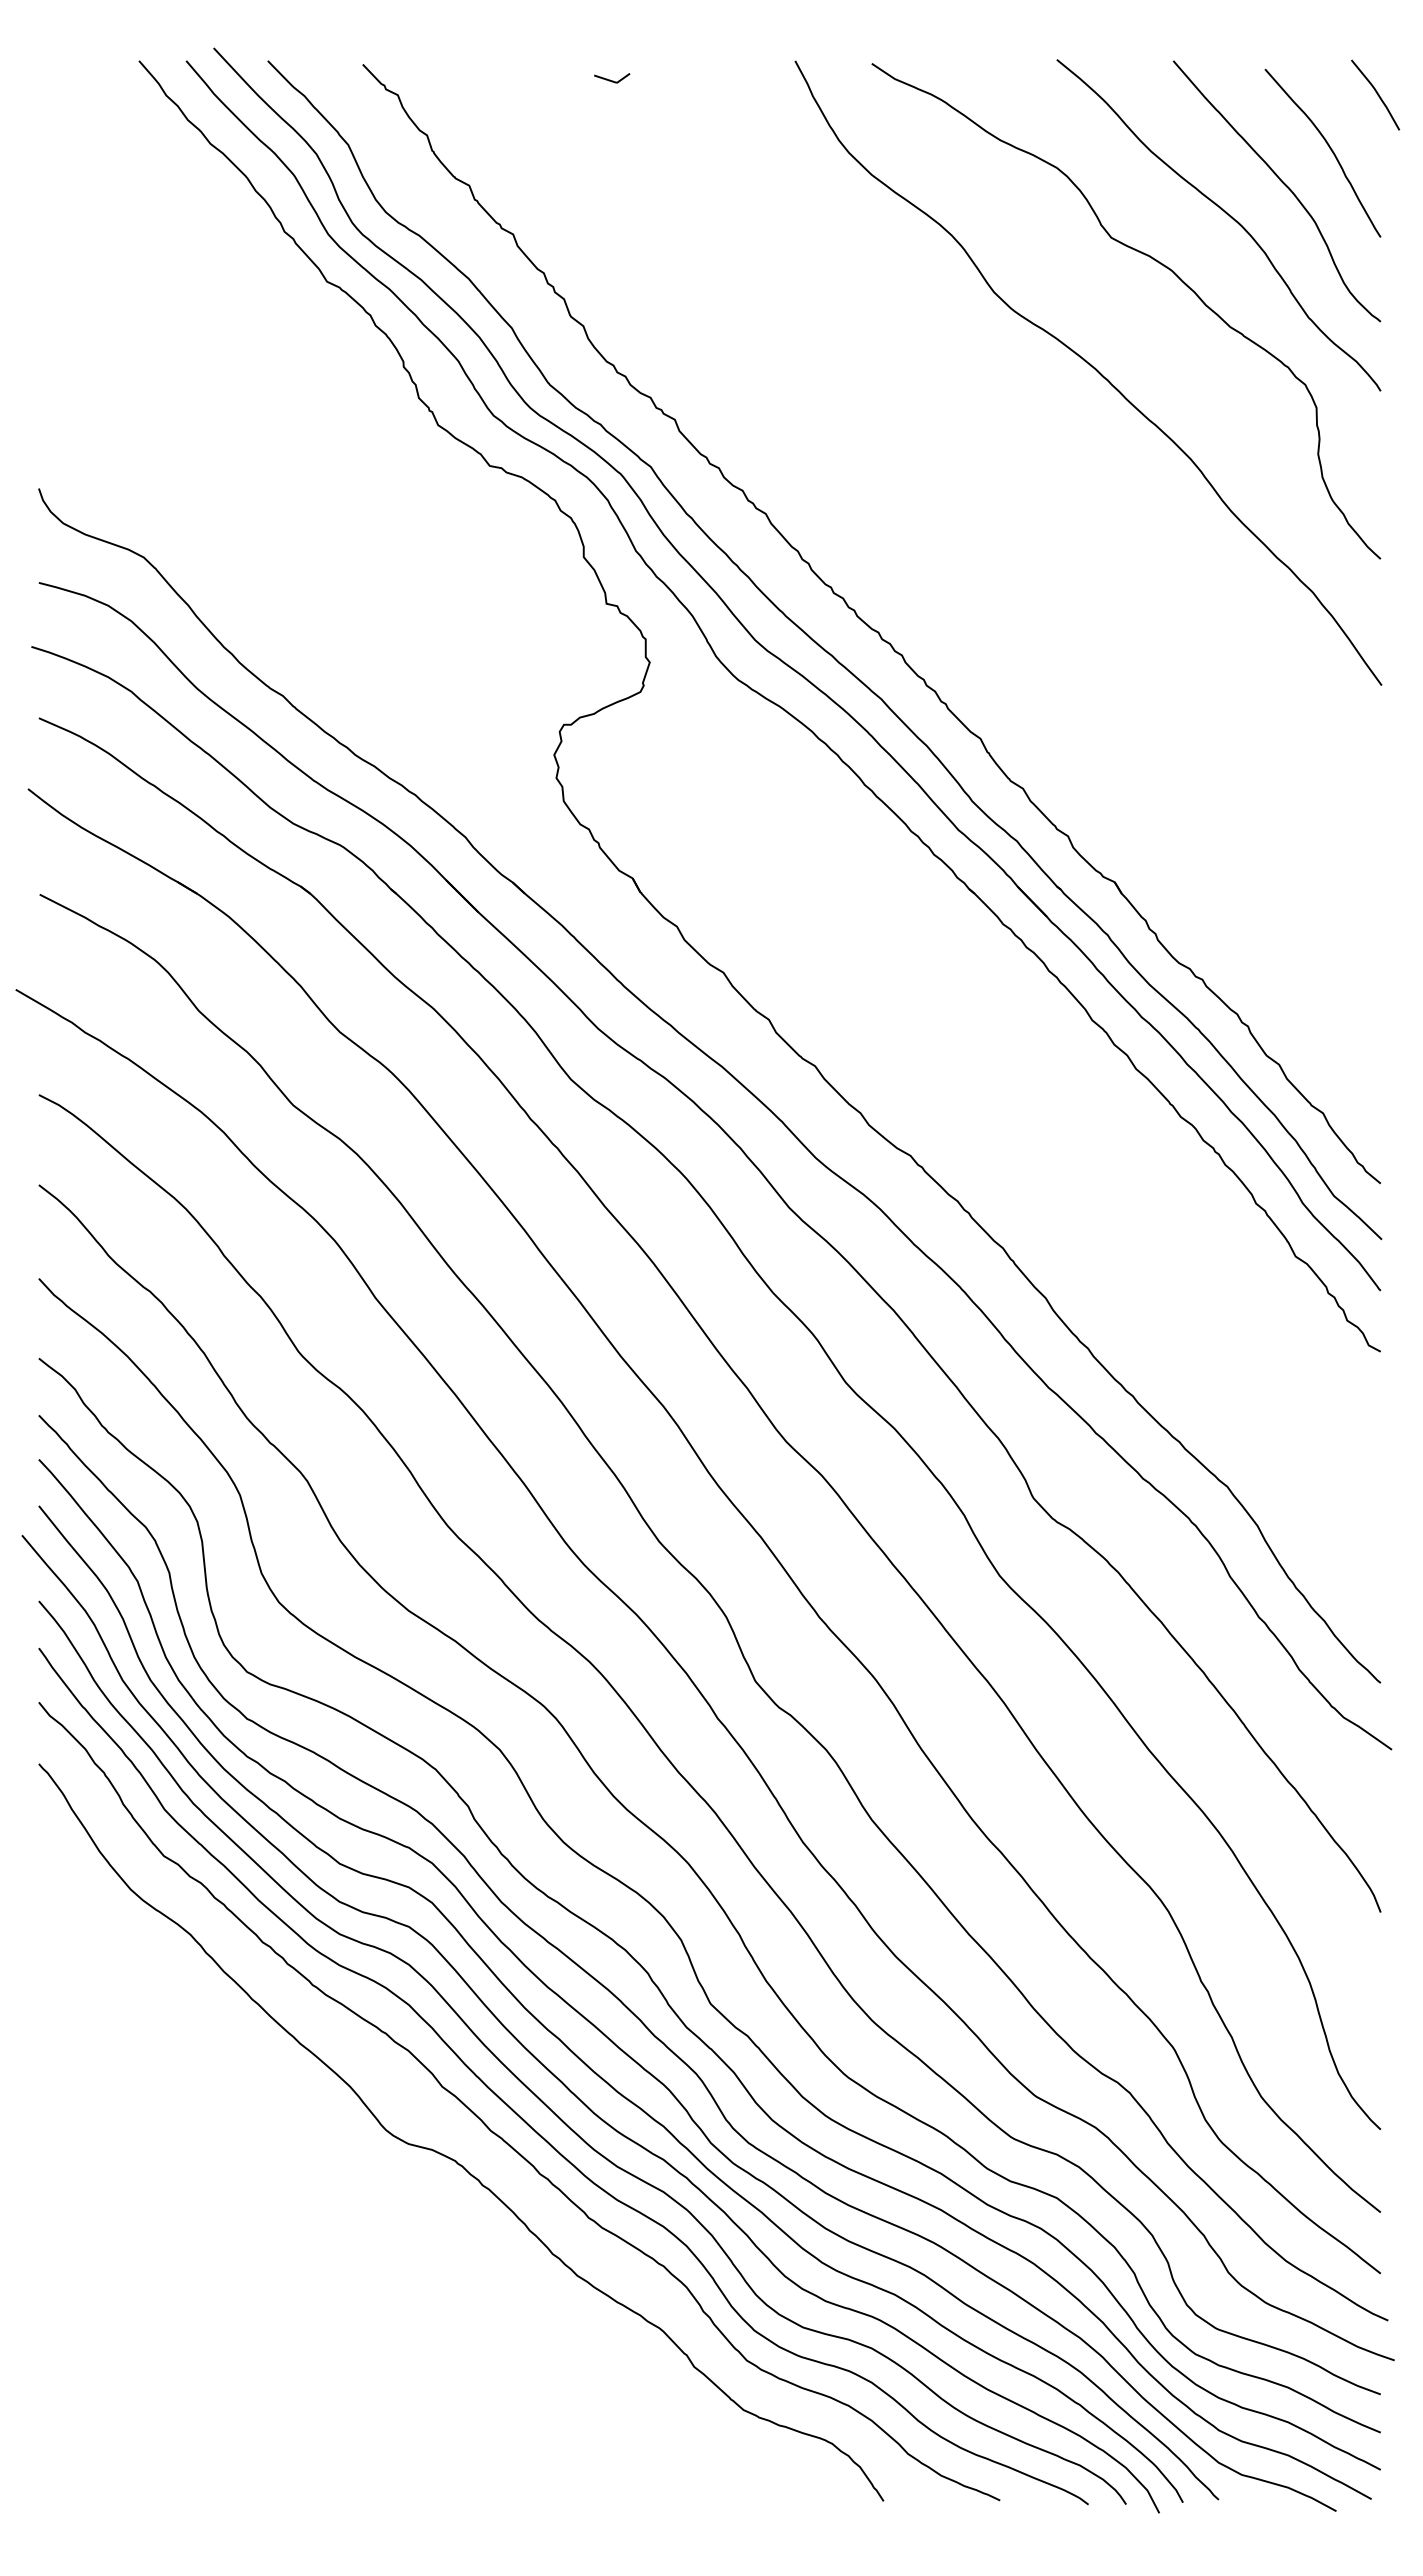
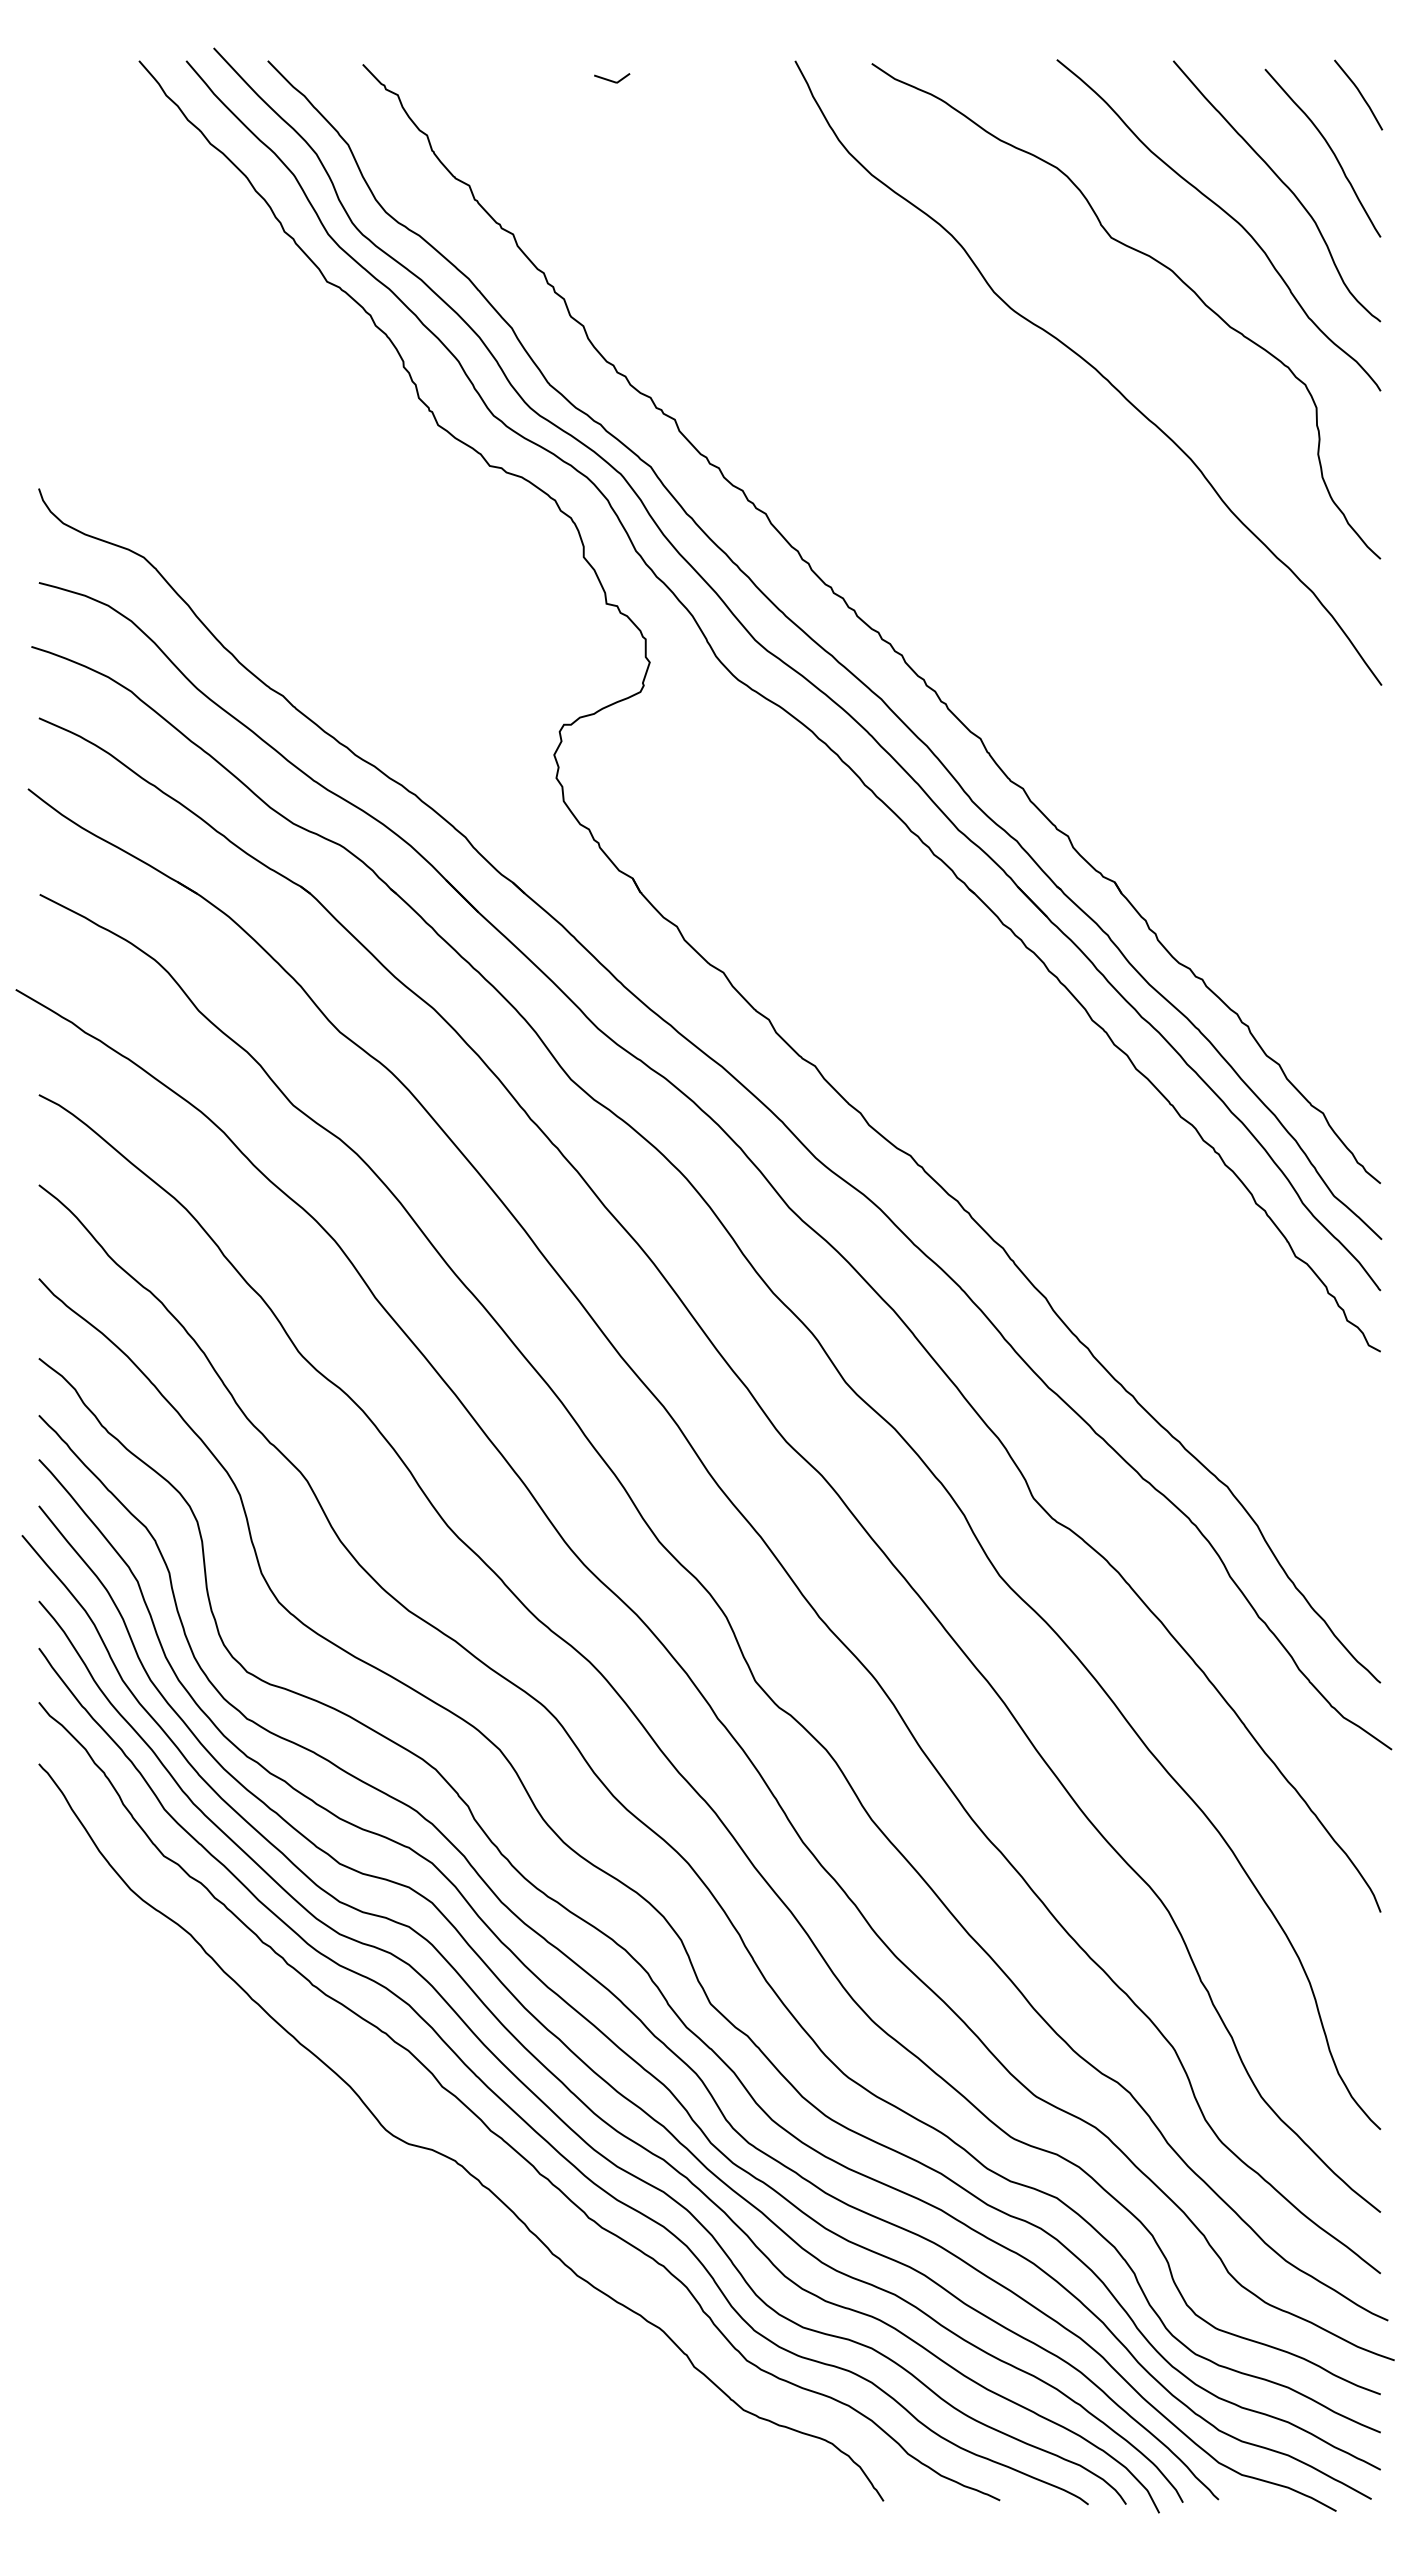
curve at (1376, 93) position: (1376, 93) -> (1359, 93)
